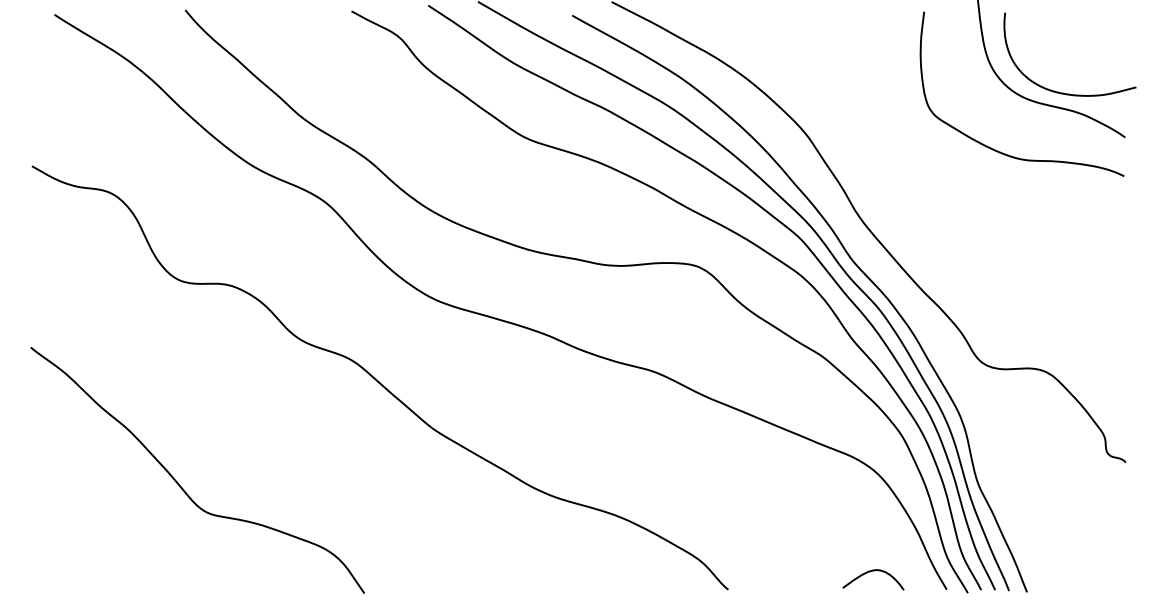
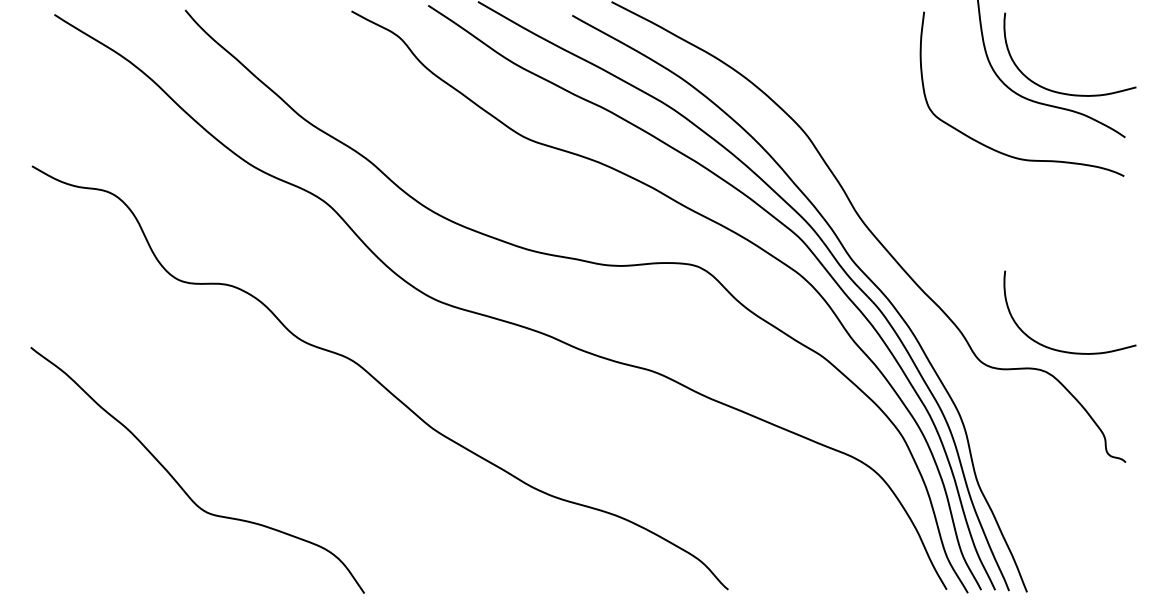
curve at (1063, 350): none -> present
curve at (870, 572): present -> none
